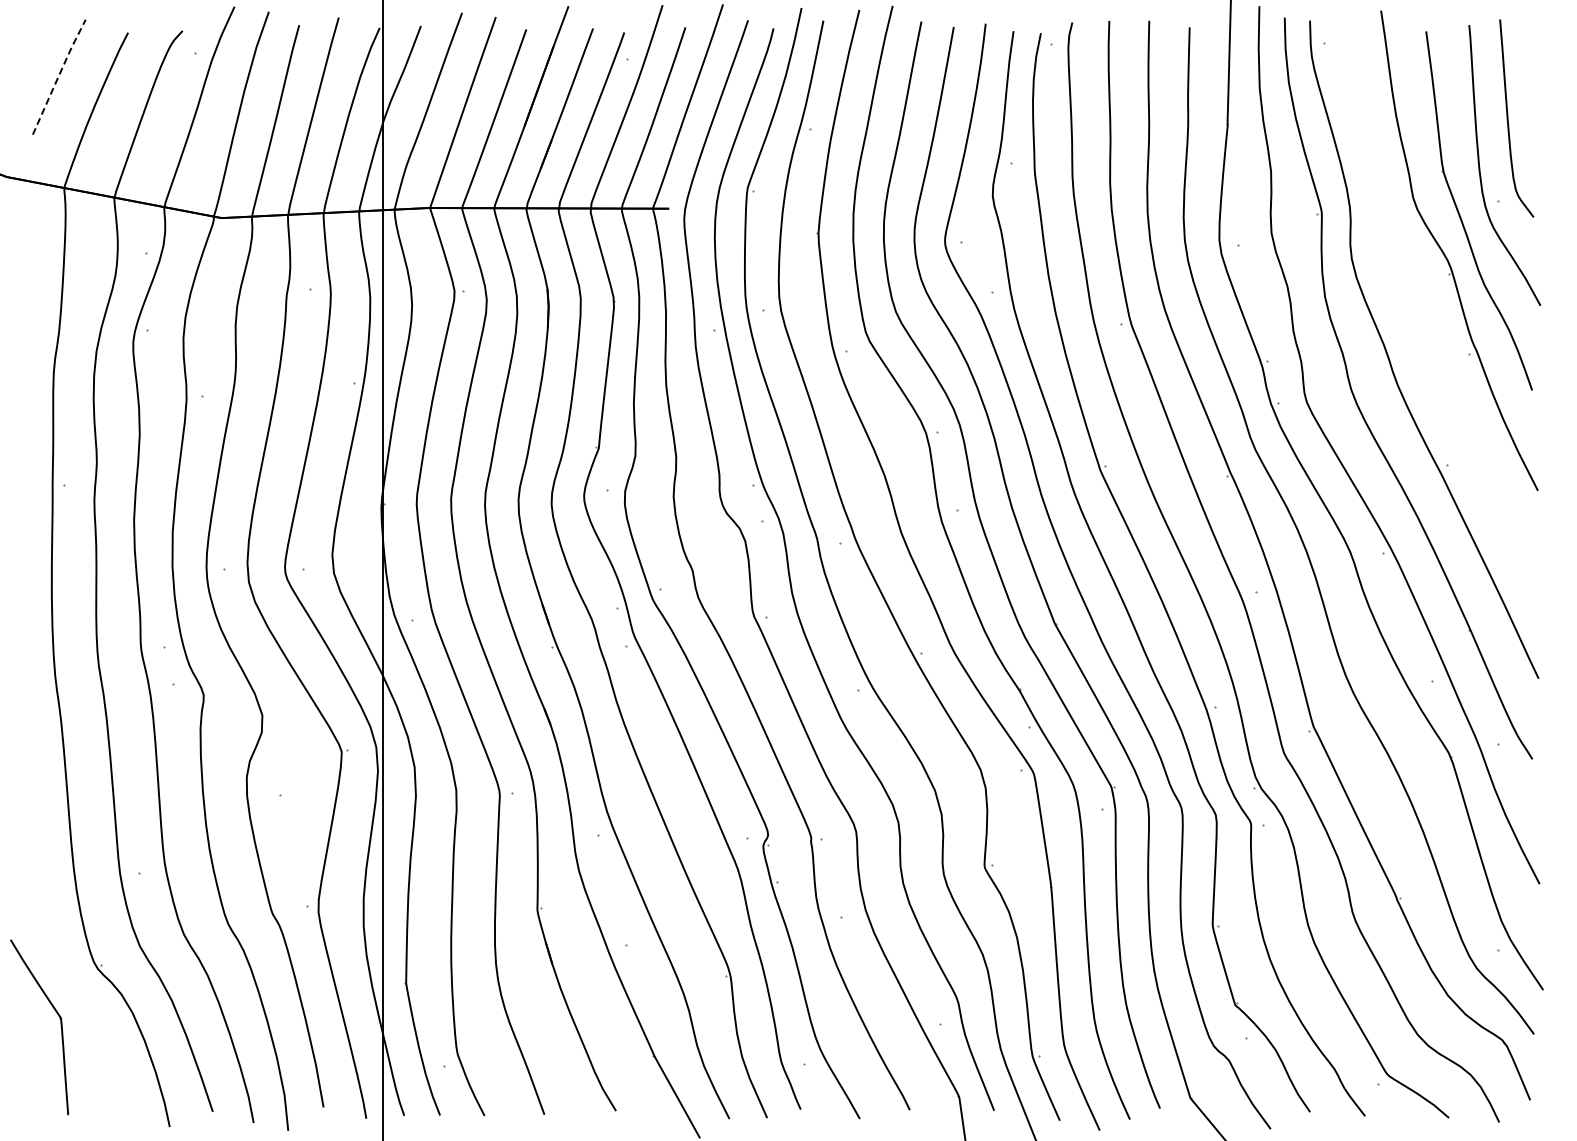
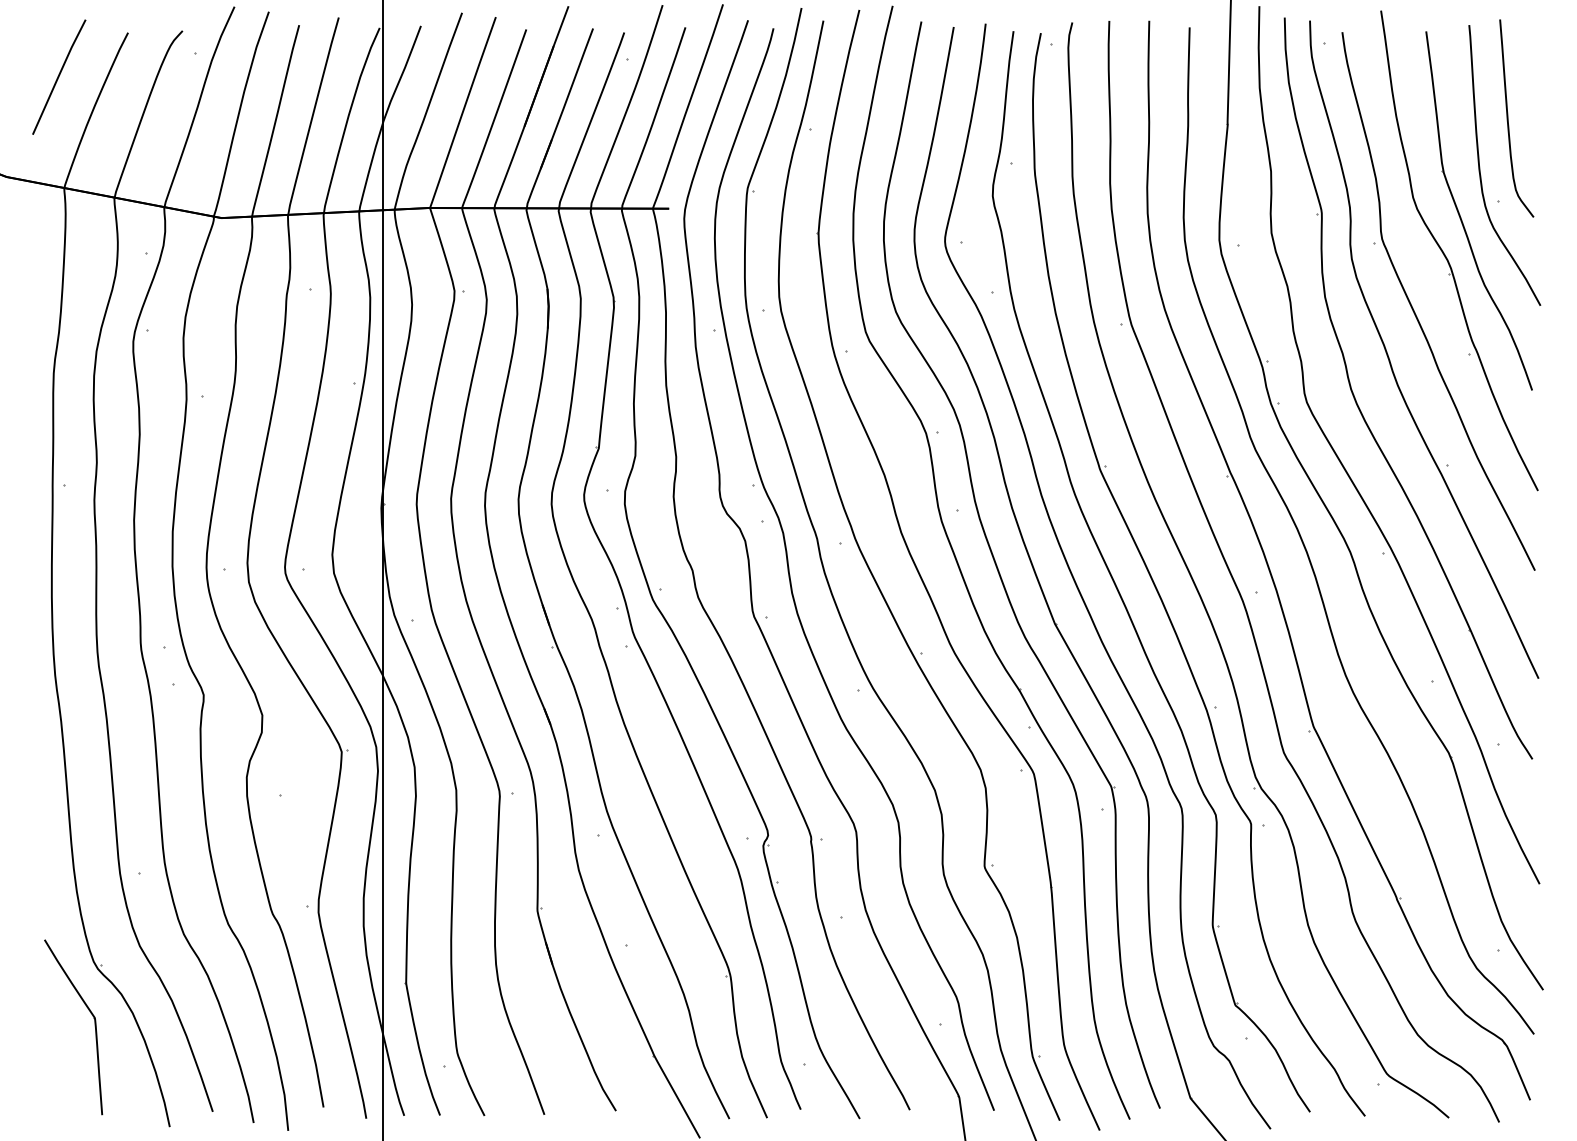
line at (58, 76): dashed -> solid
part at (1415, 312): none -> present
part at (60, 1026) position: (60, 1026) -> (94, 1026)
